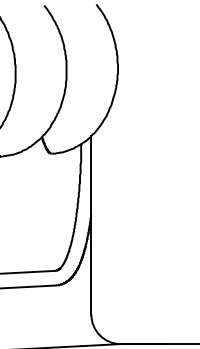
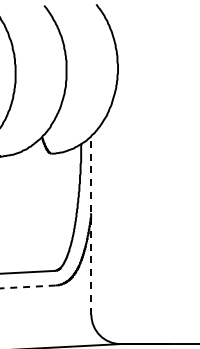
line at (91, 224): solid -> dashed
line at (27, 286): solid -> dashed
